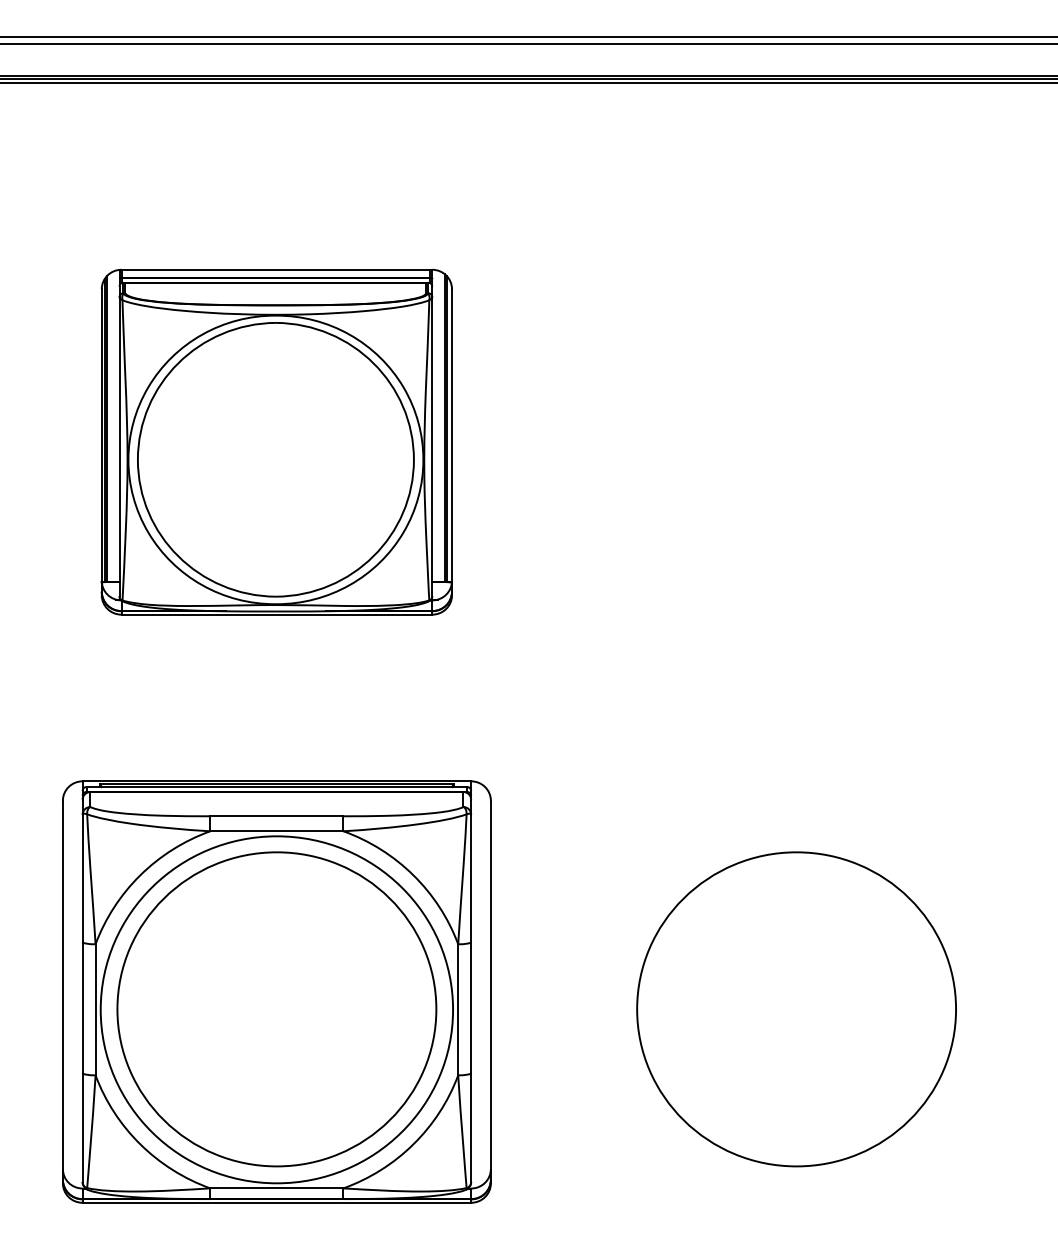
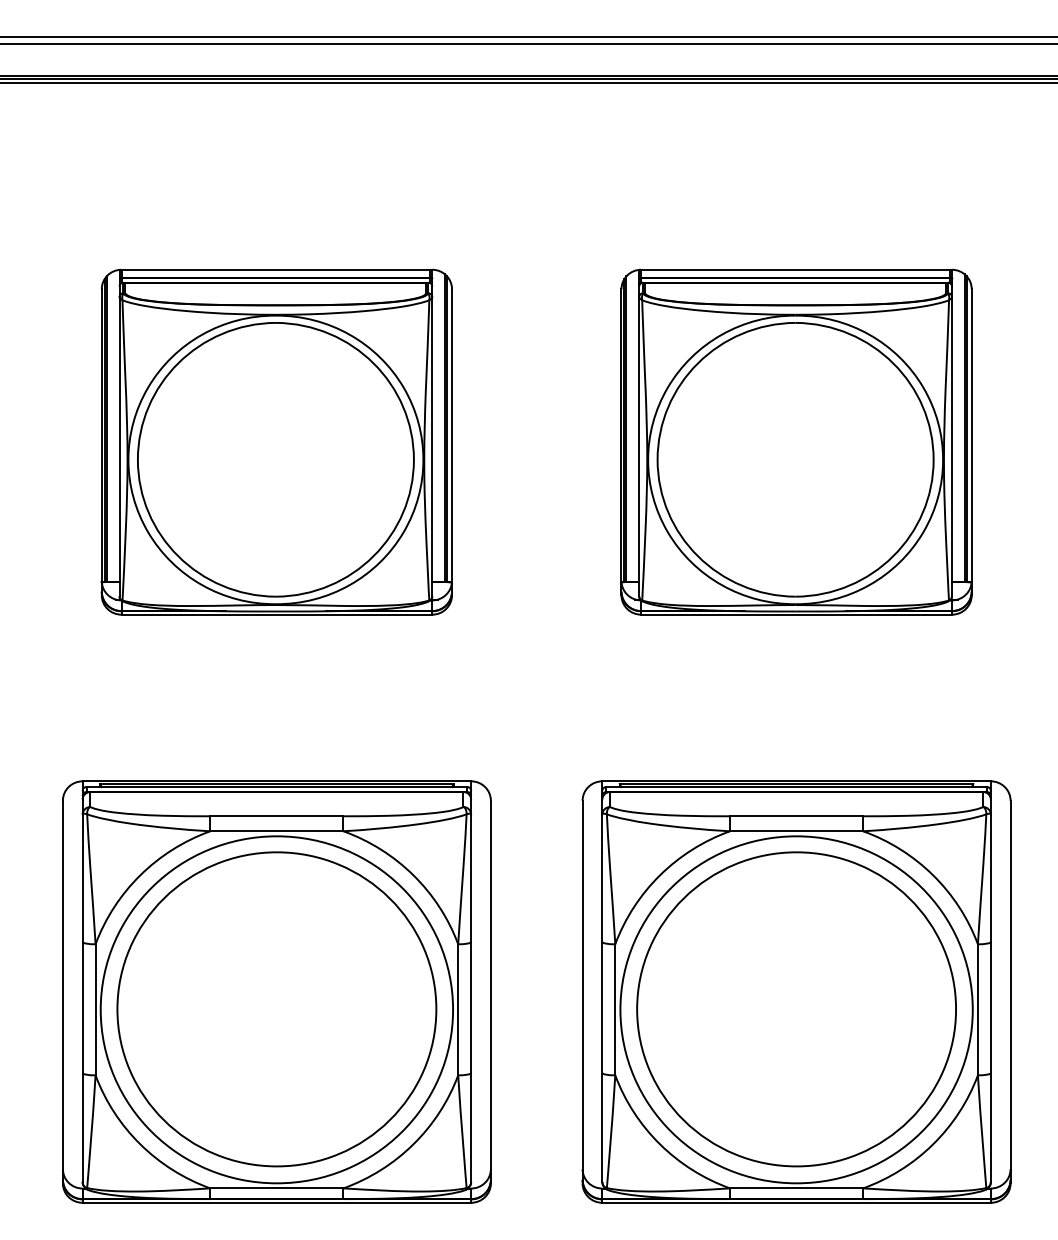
part at (796, 441): none -> present
part at (796, 991): none -> present
